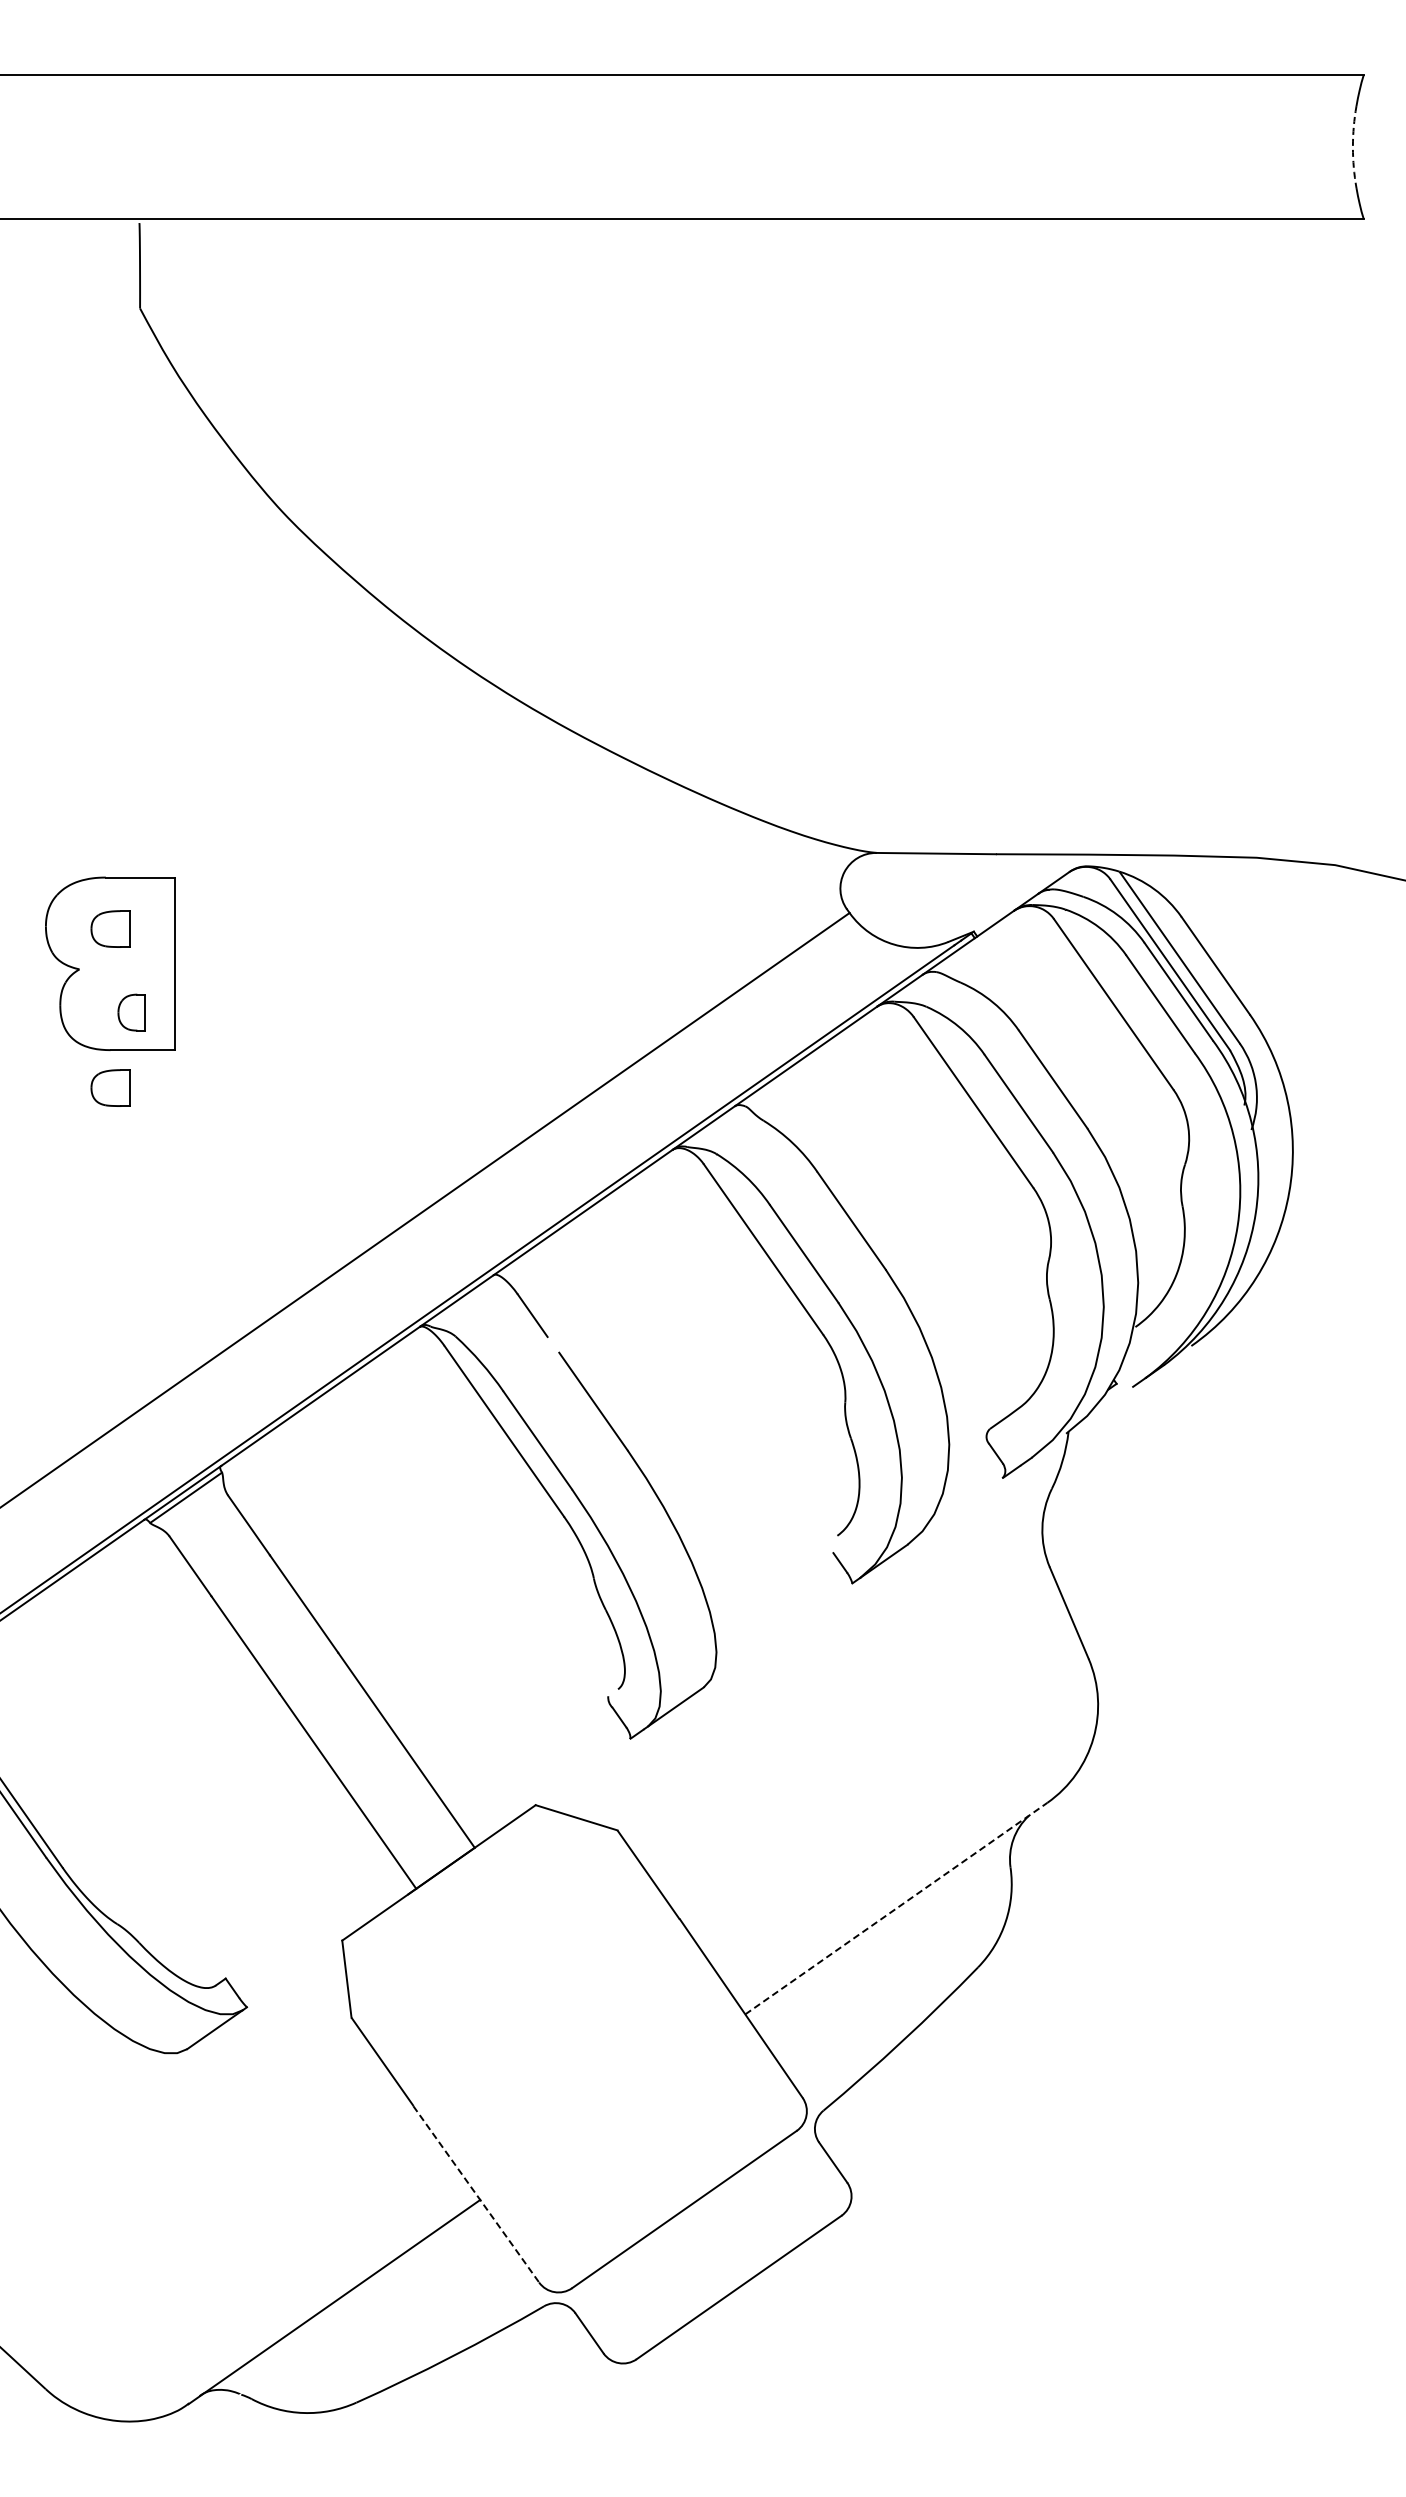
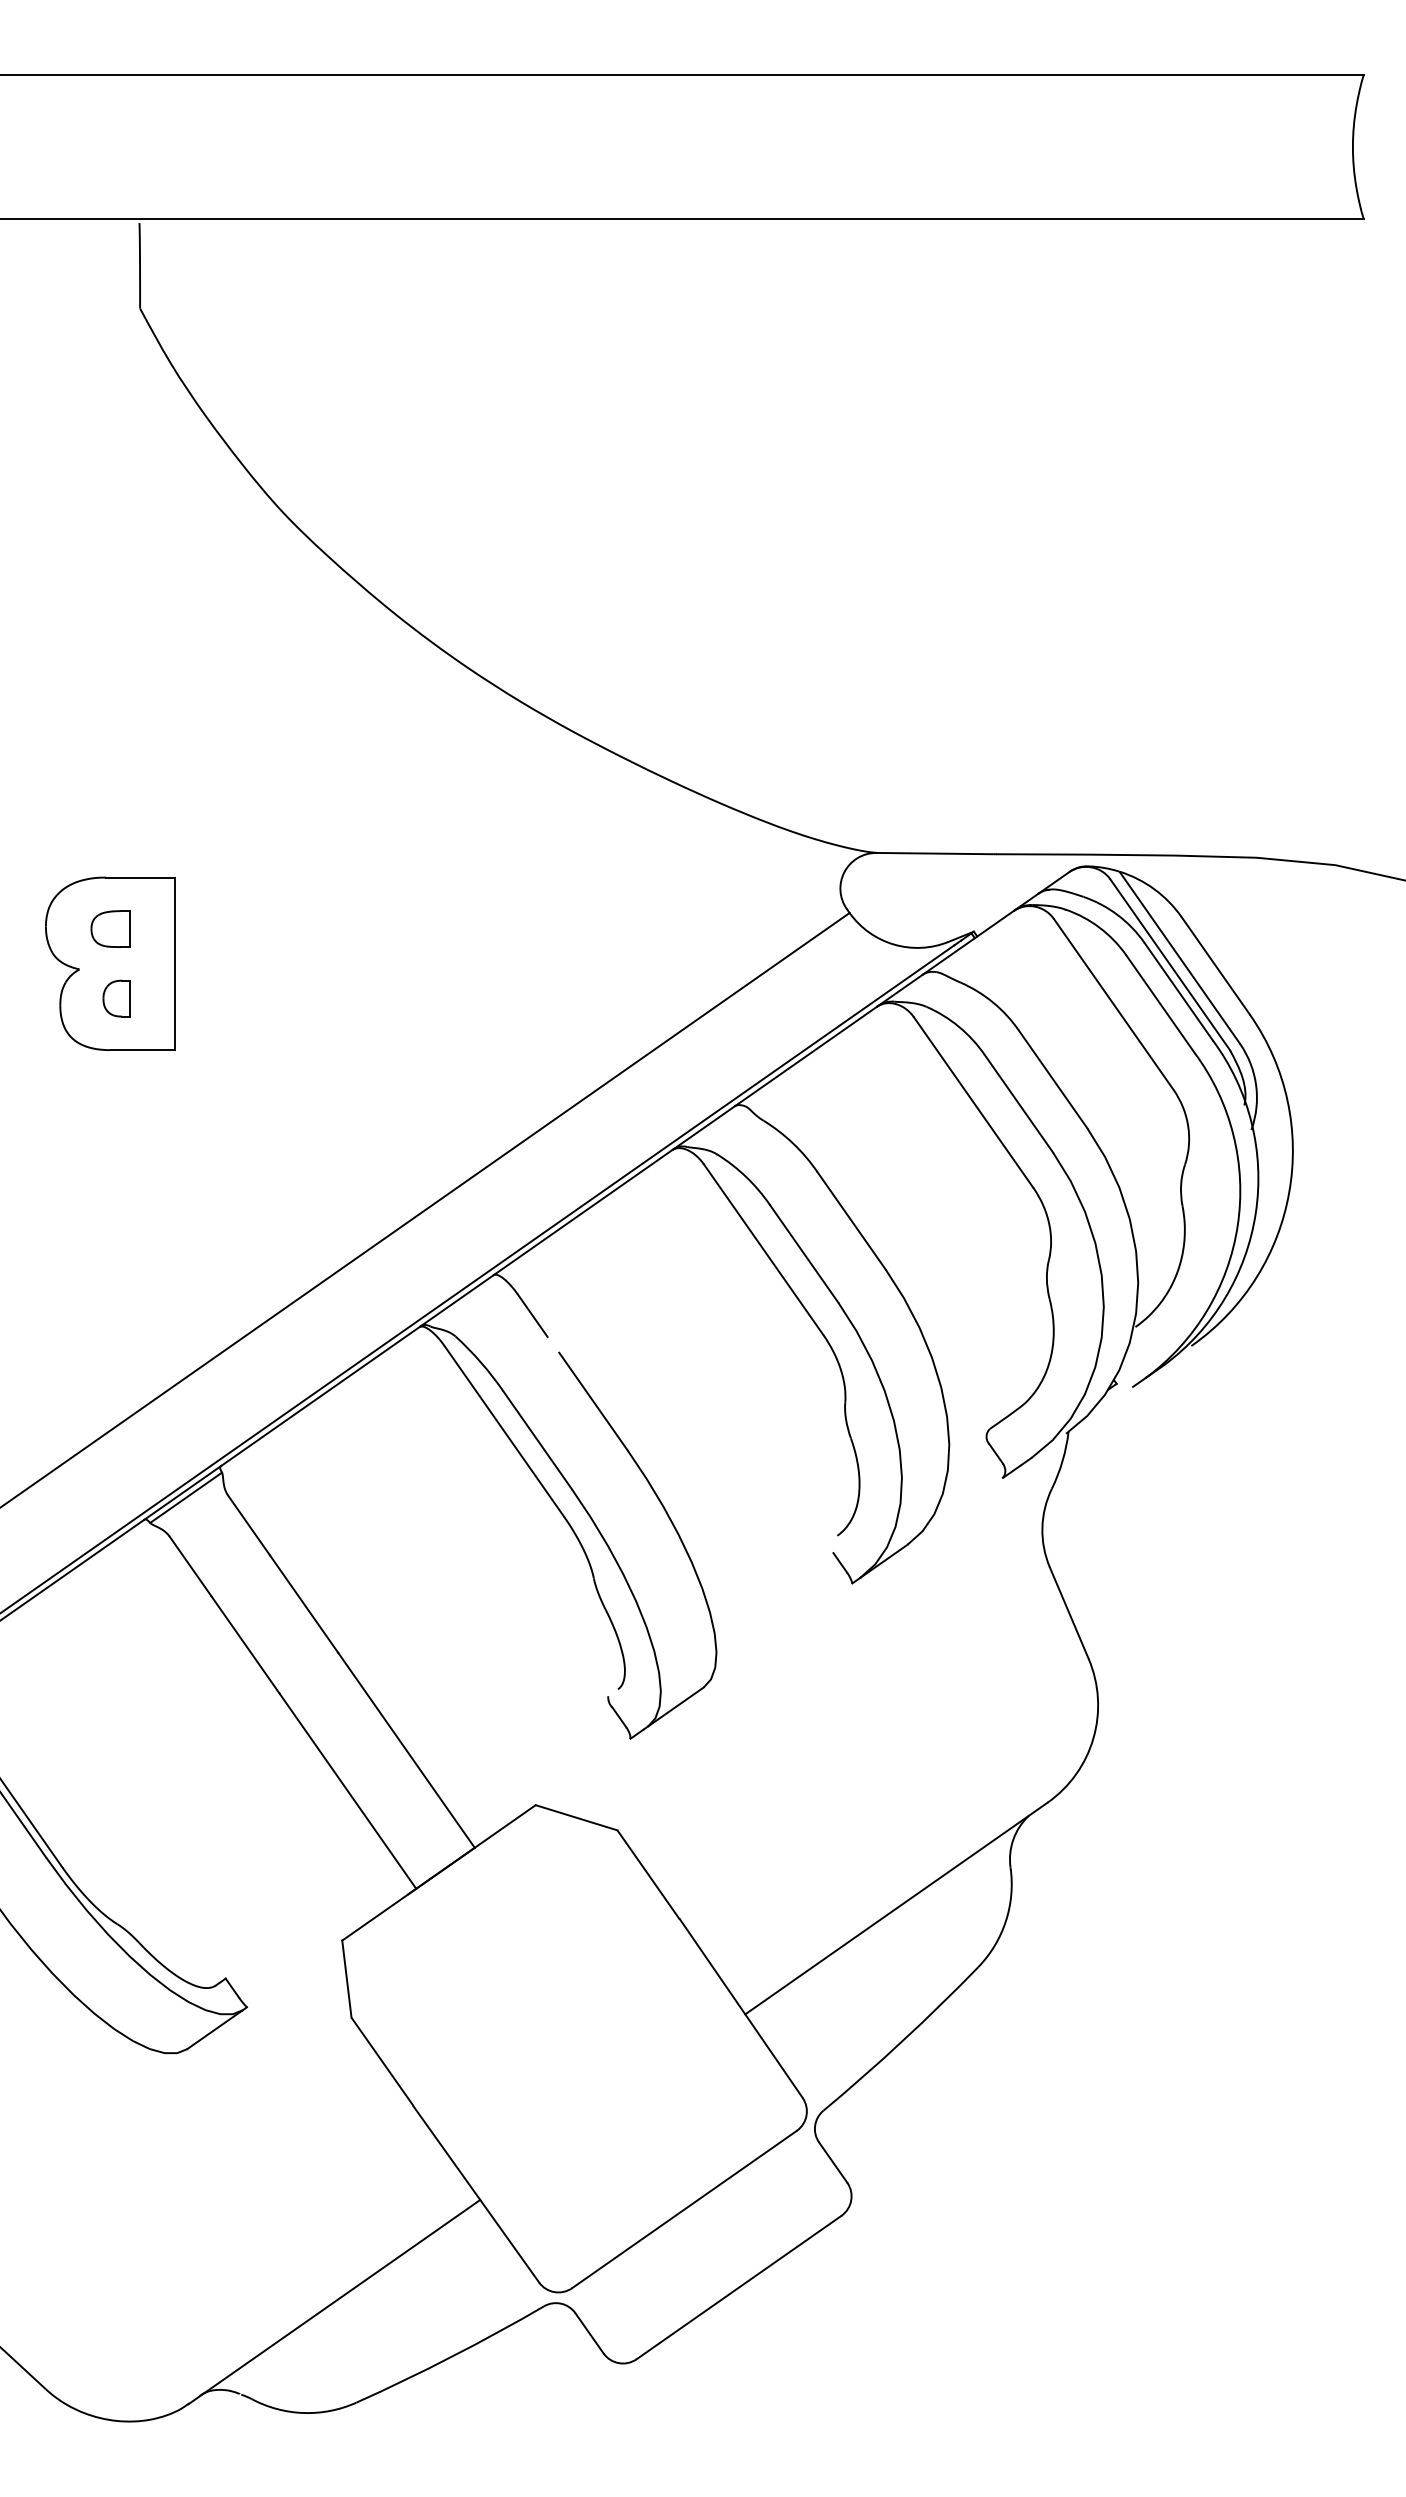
arc at (1352, 147): dashed -> solid
part at (131, 1012) position: (131, 1012) -> (116, 998)
part at (110, 1087): present -> none
line at (896, 1908): dashed -> solid
line at (476, 2194): dashed -> solid
